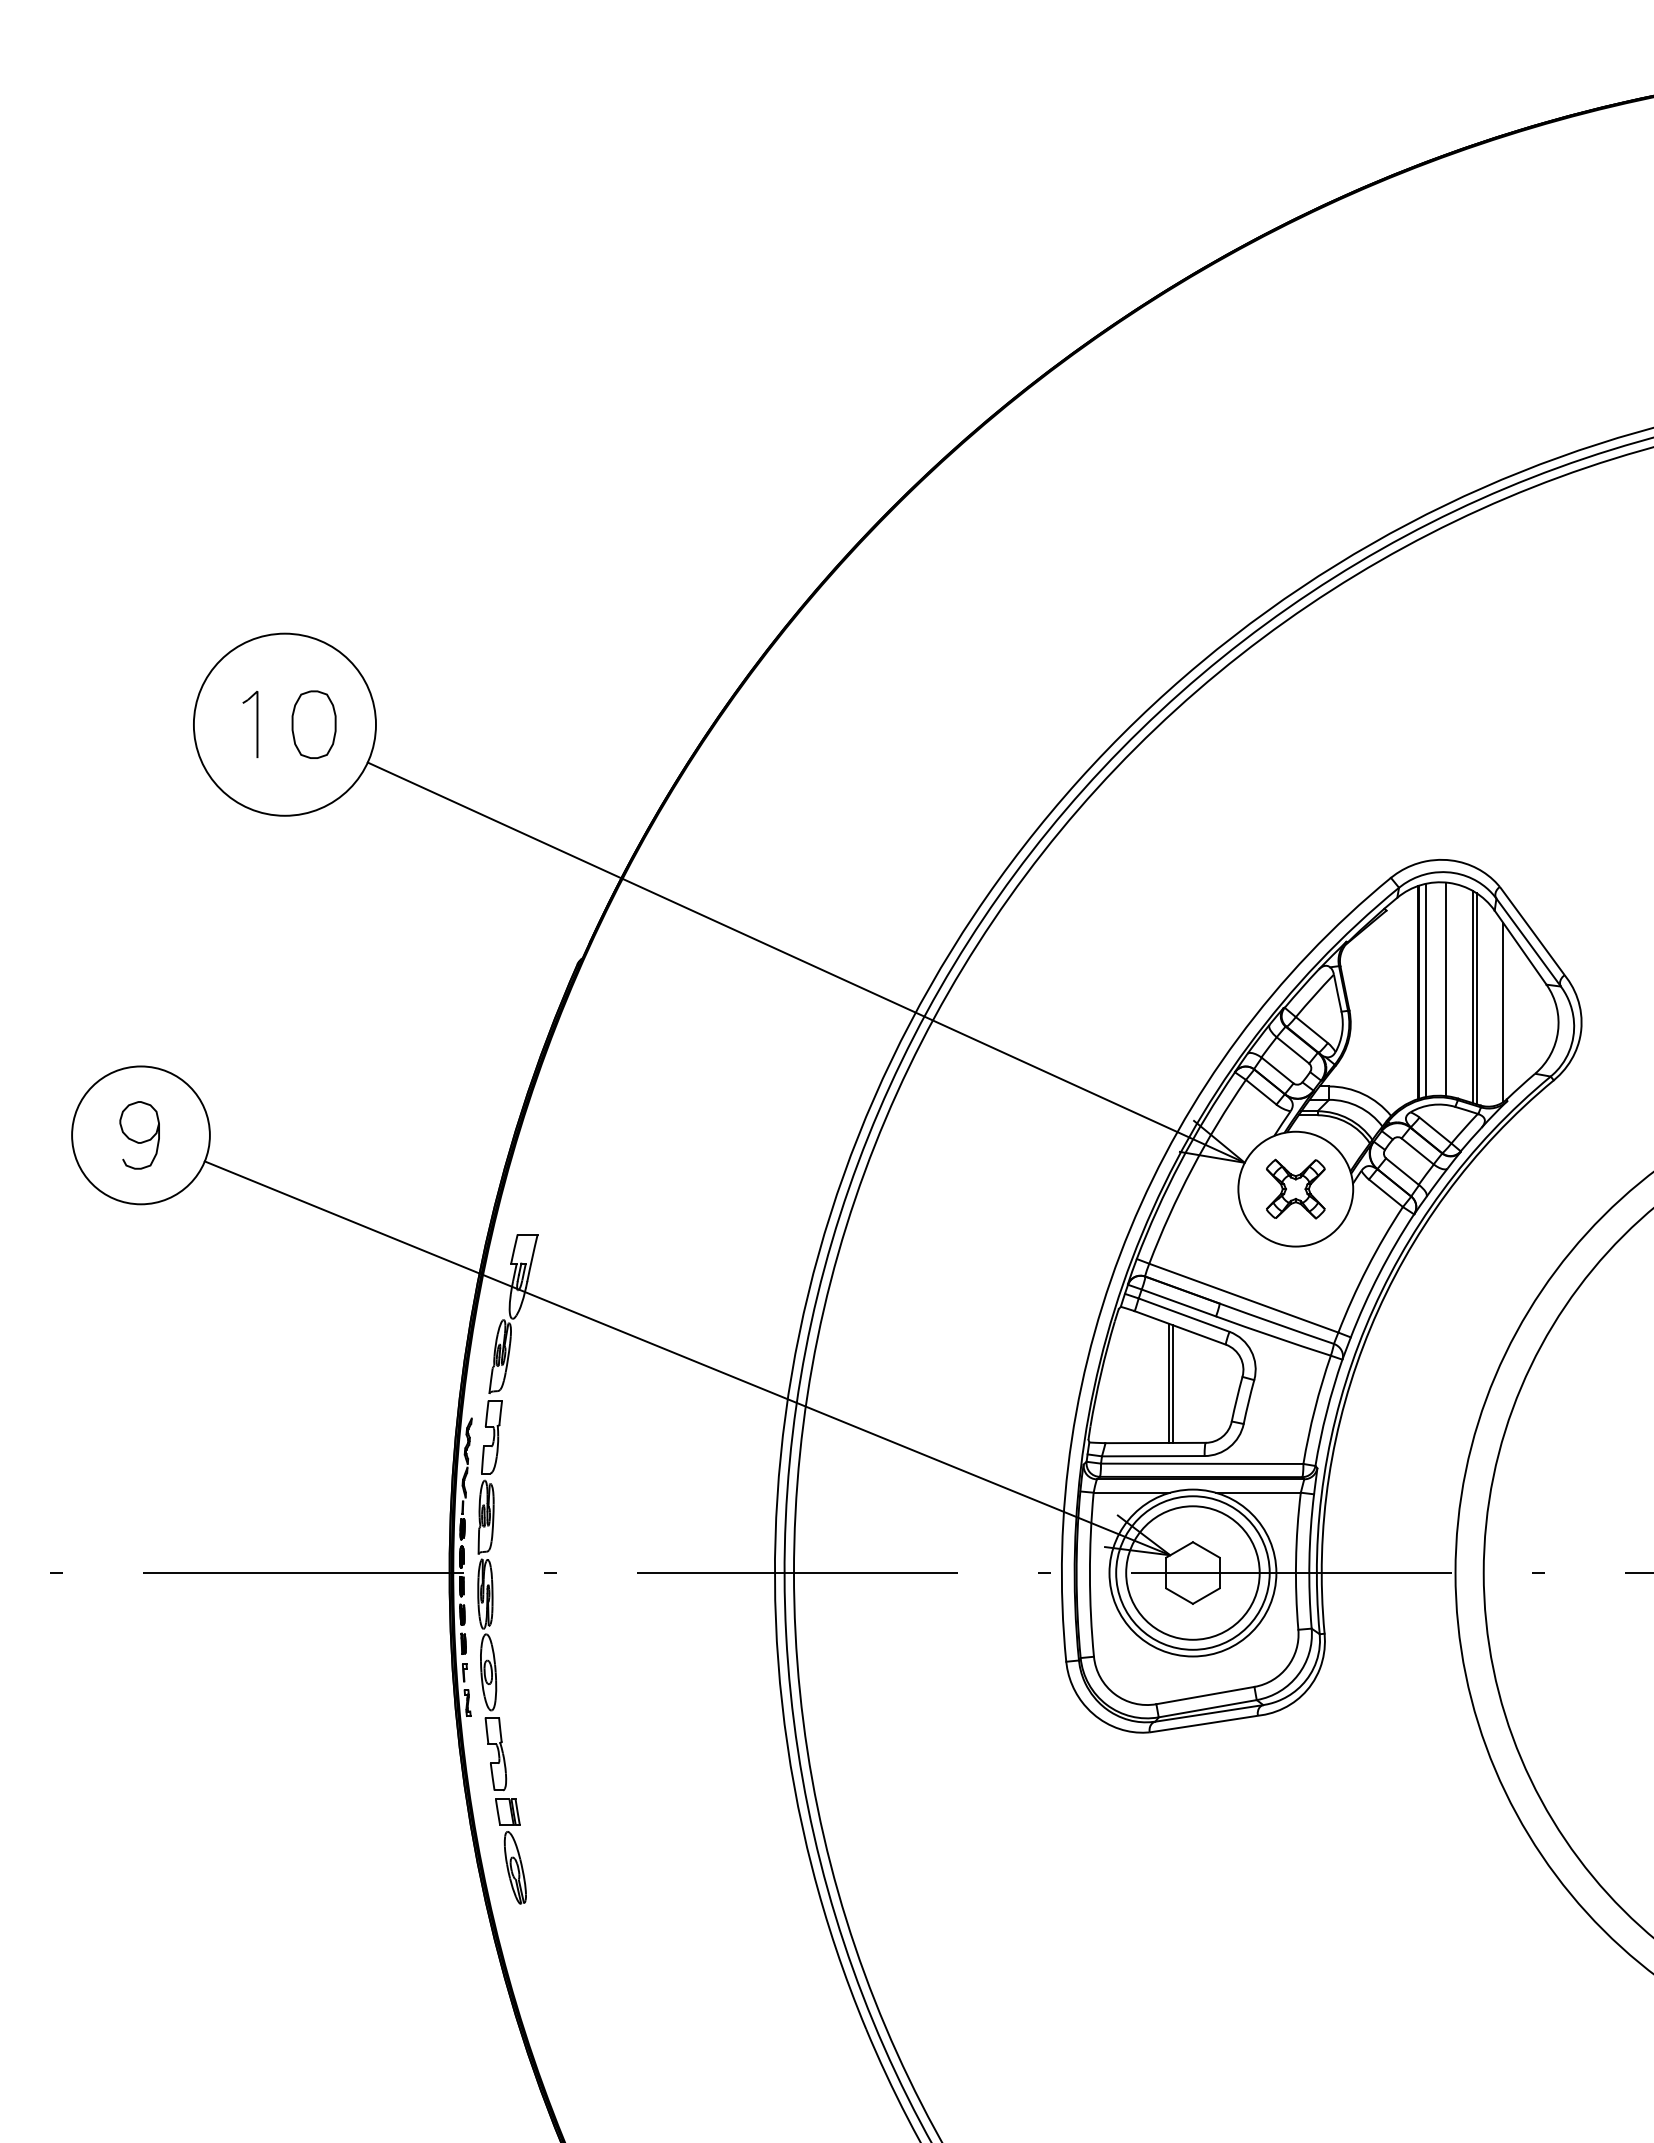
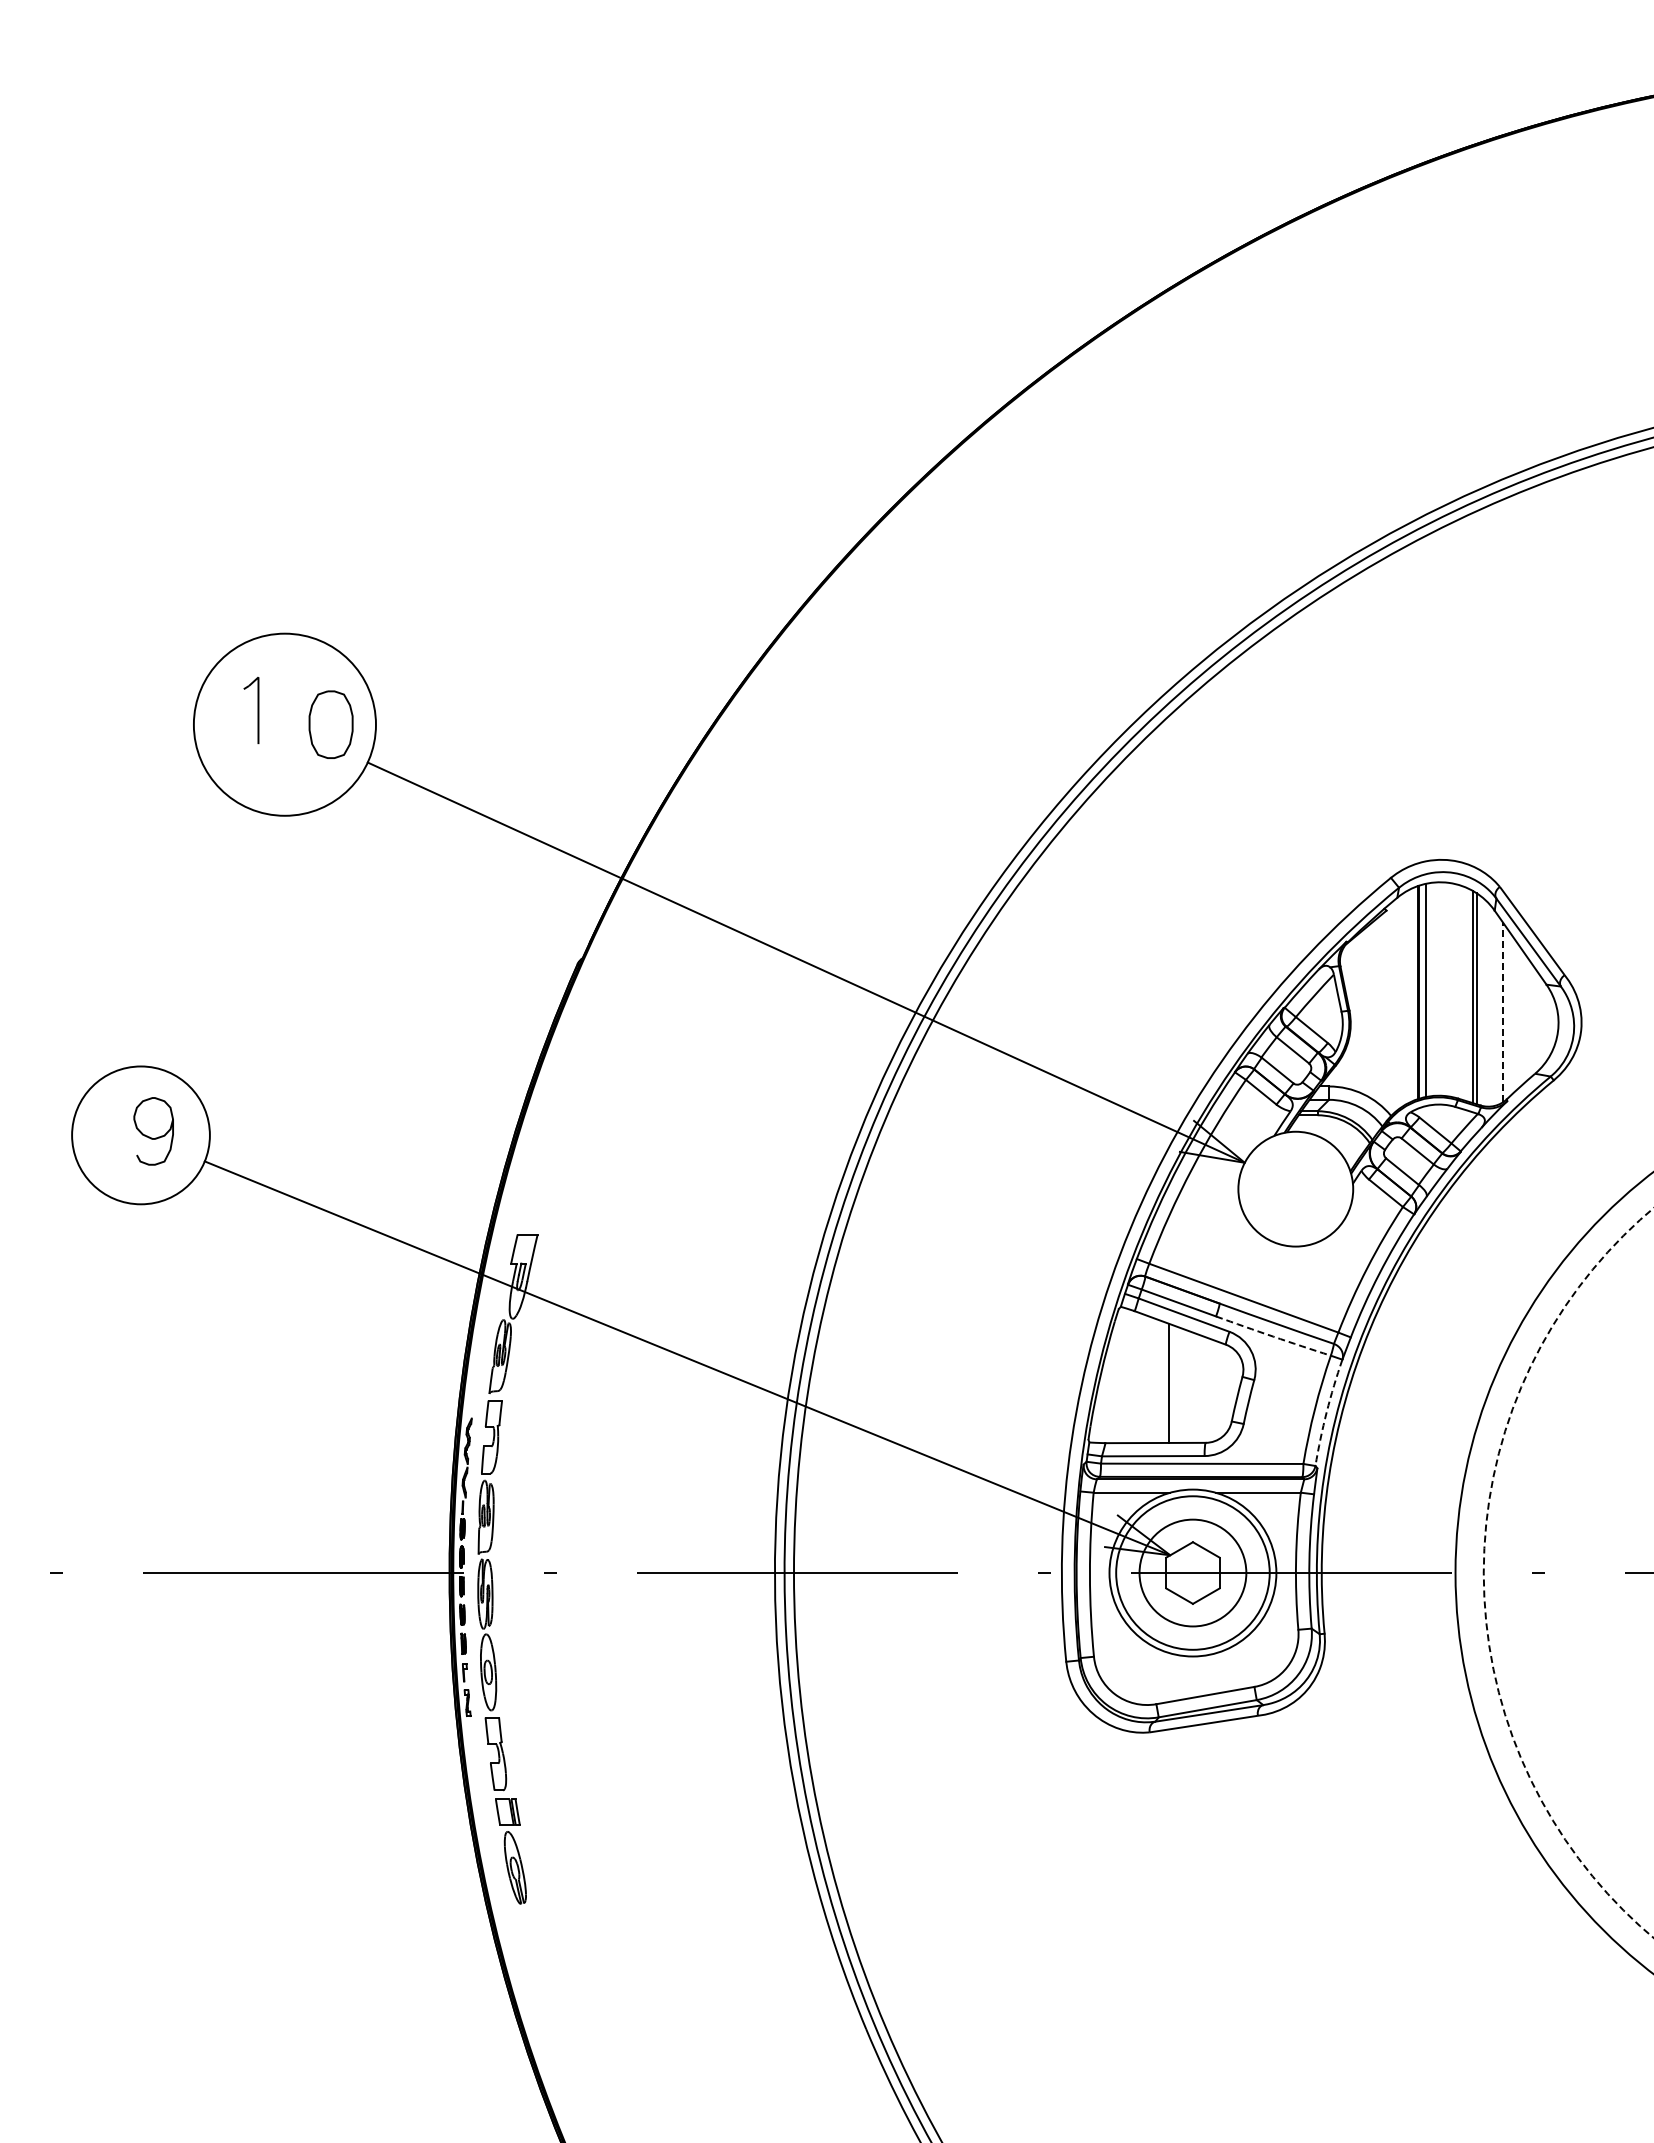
part at (250, 724) position: (250, 724) -> (251, 710)
part at (313, 724) position: (313, 724) -> (330, 724)
line at (1446, 989): present -> none
line at (1503, 1012): solid -> dashed
curve at (138, 1141) position: (138, 1141) -> (152, 1137)
part at (1295, 1188): present -> none
arc at (1273, 1336): solid -> dashed
line at (1172, 1383): present -> none
arc at (1326, 1412): solid -> dashed
circle at (1192, 1572) diameter: 134 px -> 107 px
circle at (1568, 1572): solid -> dashed
